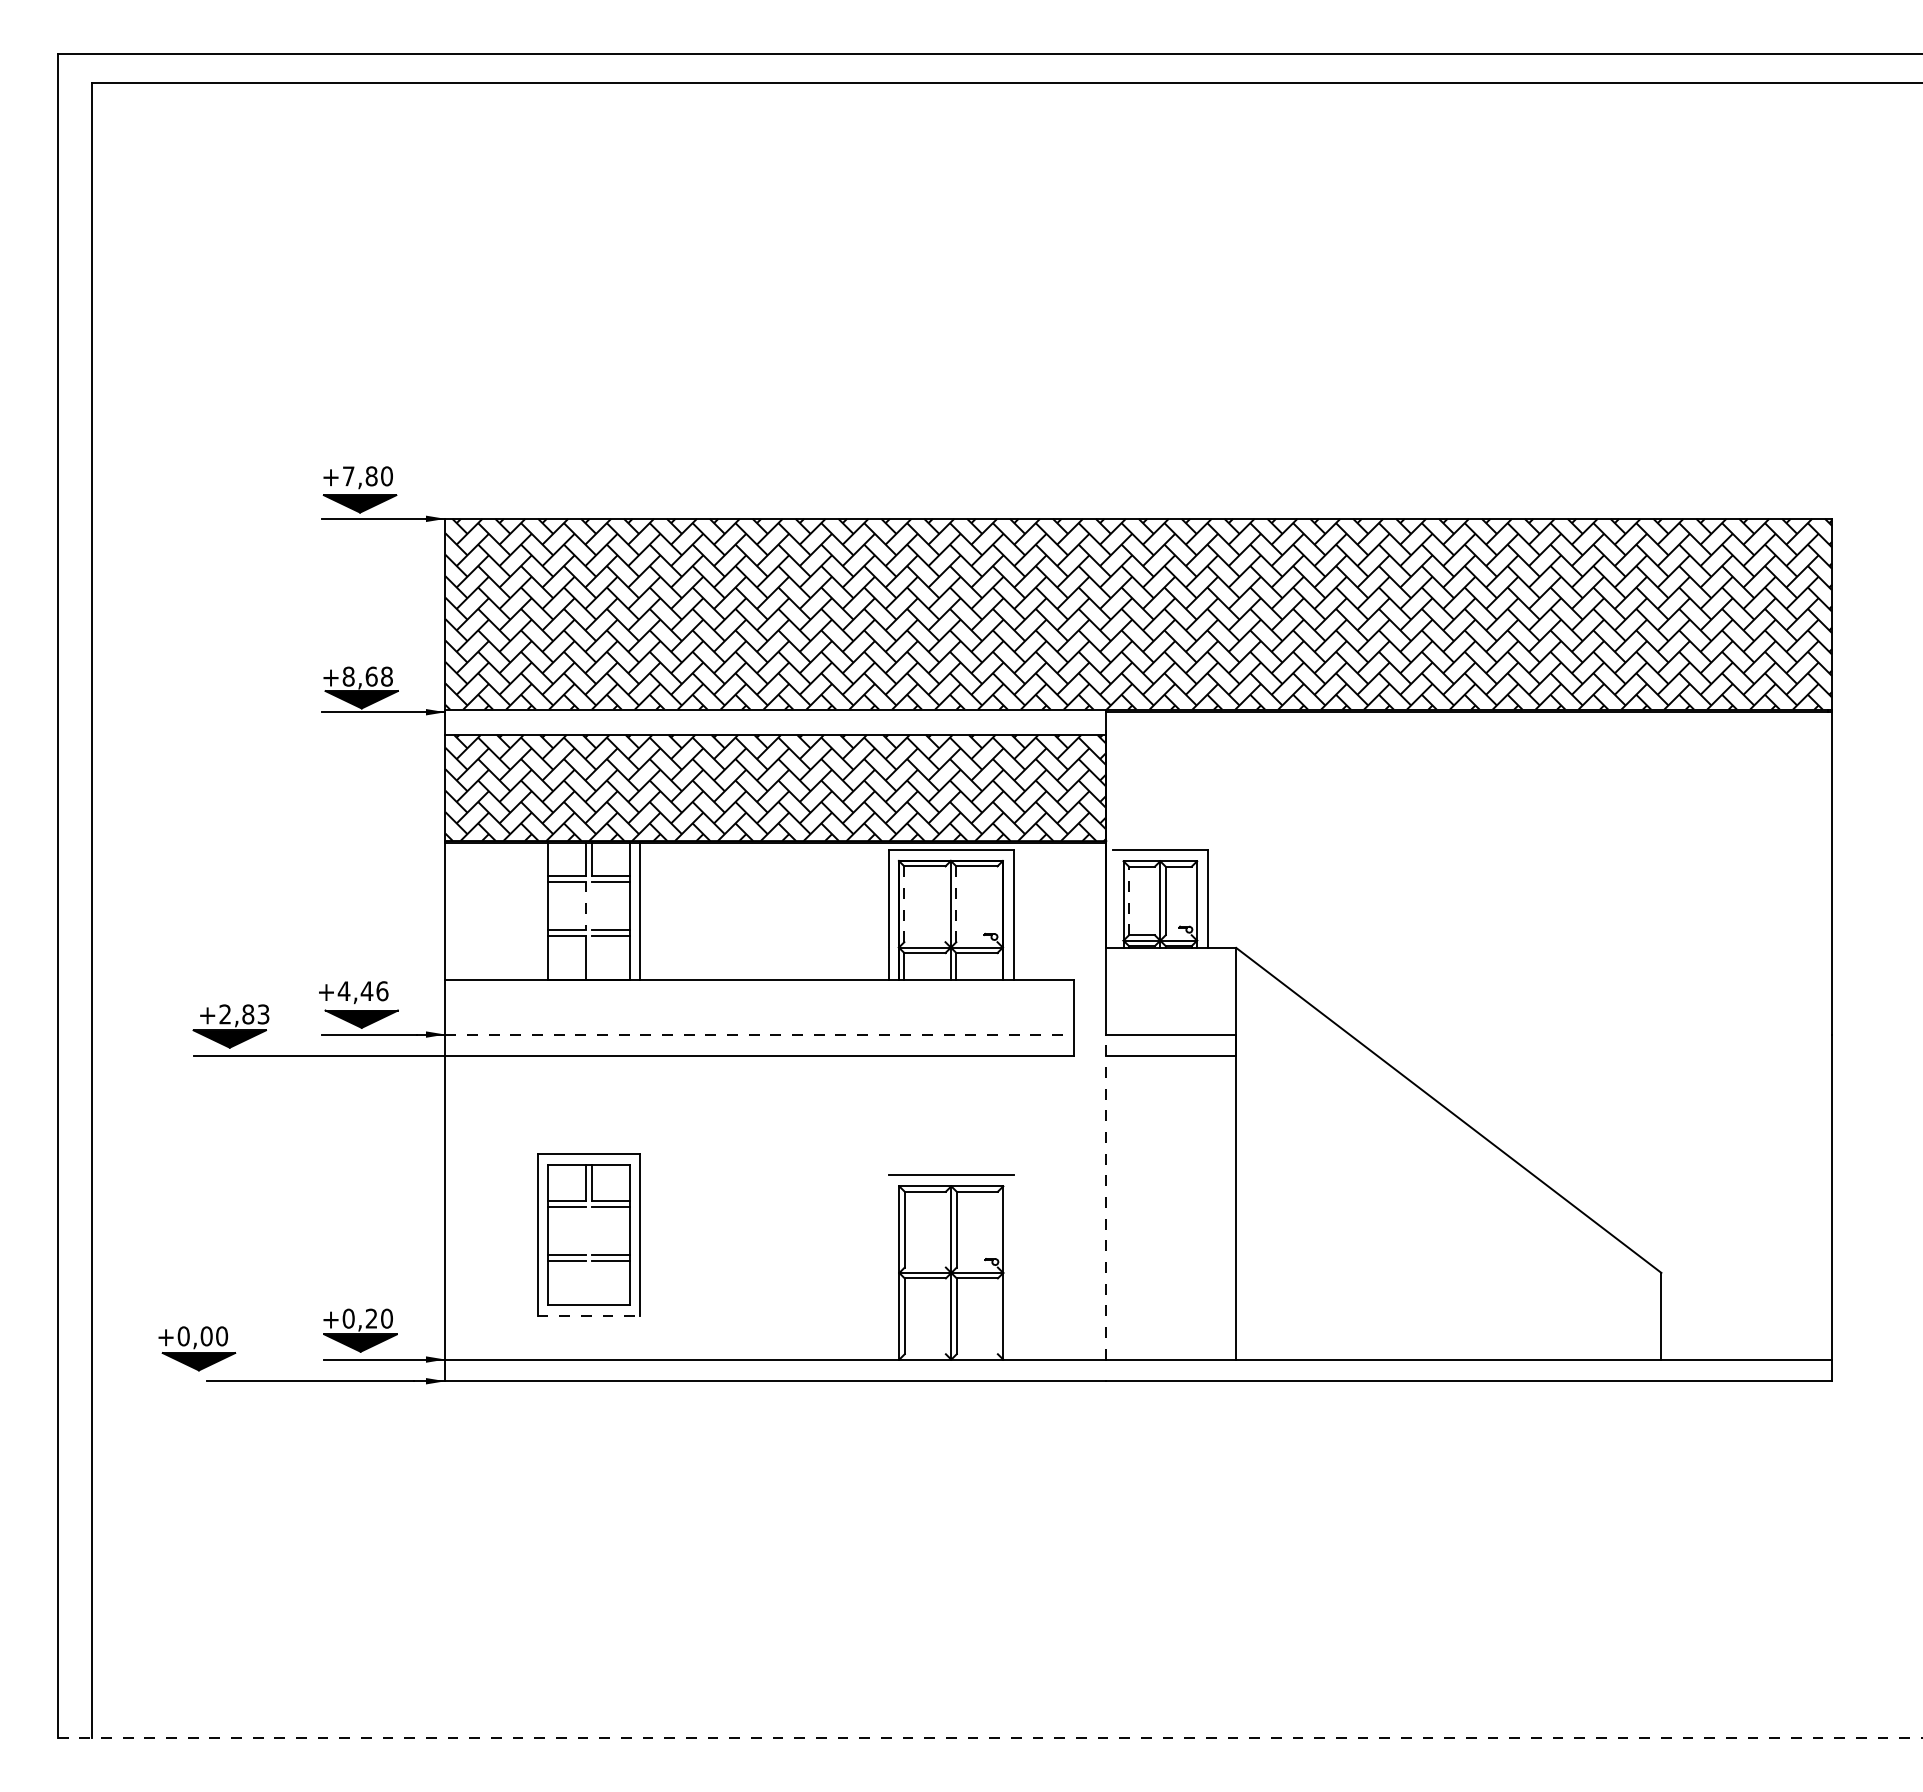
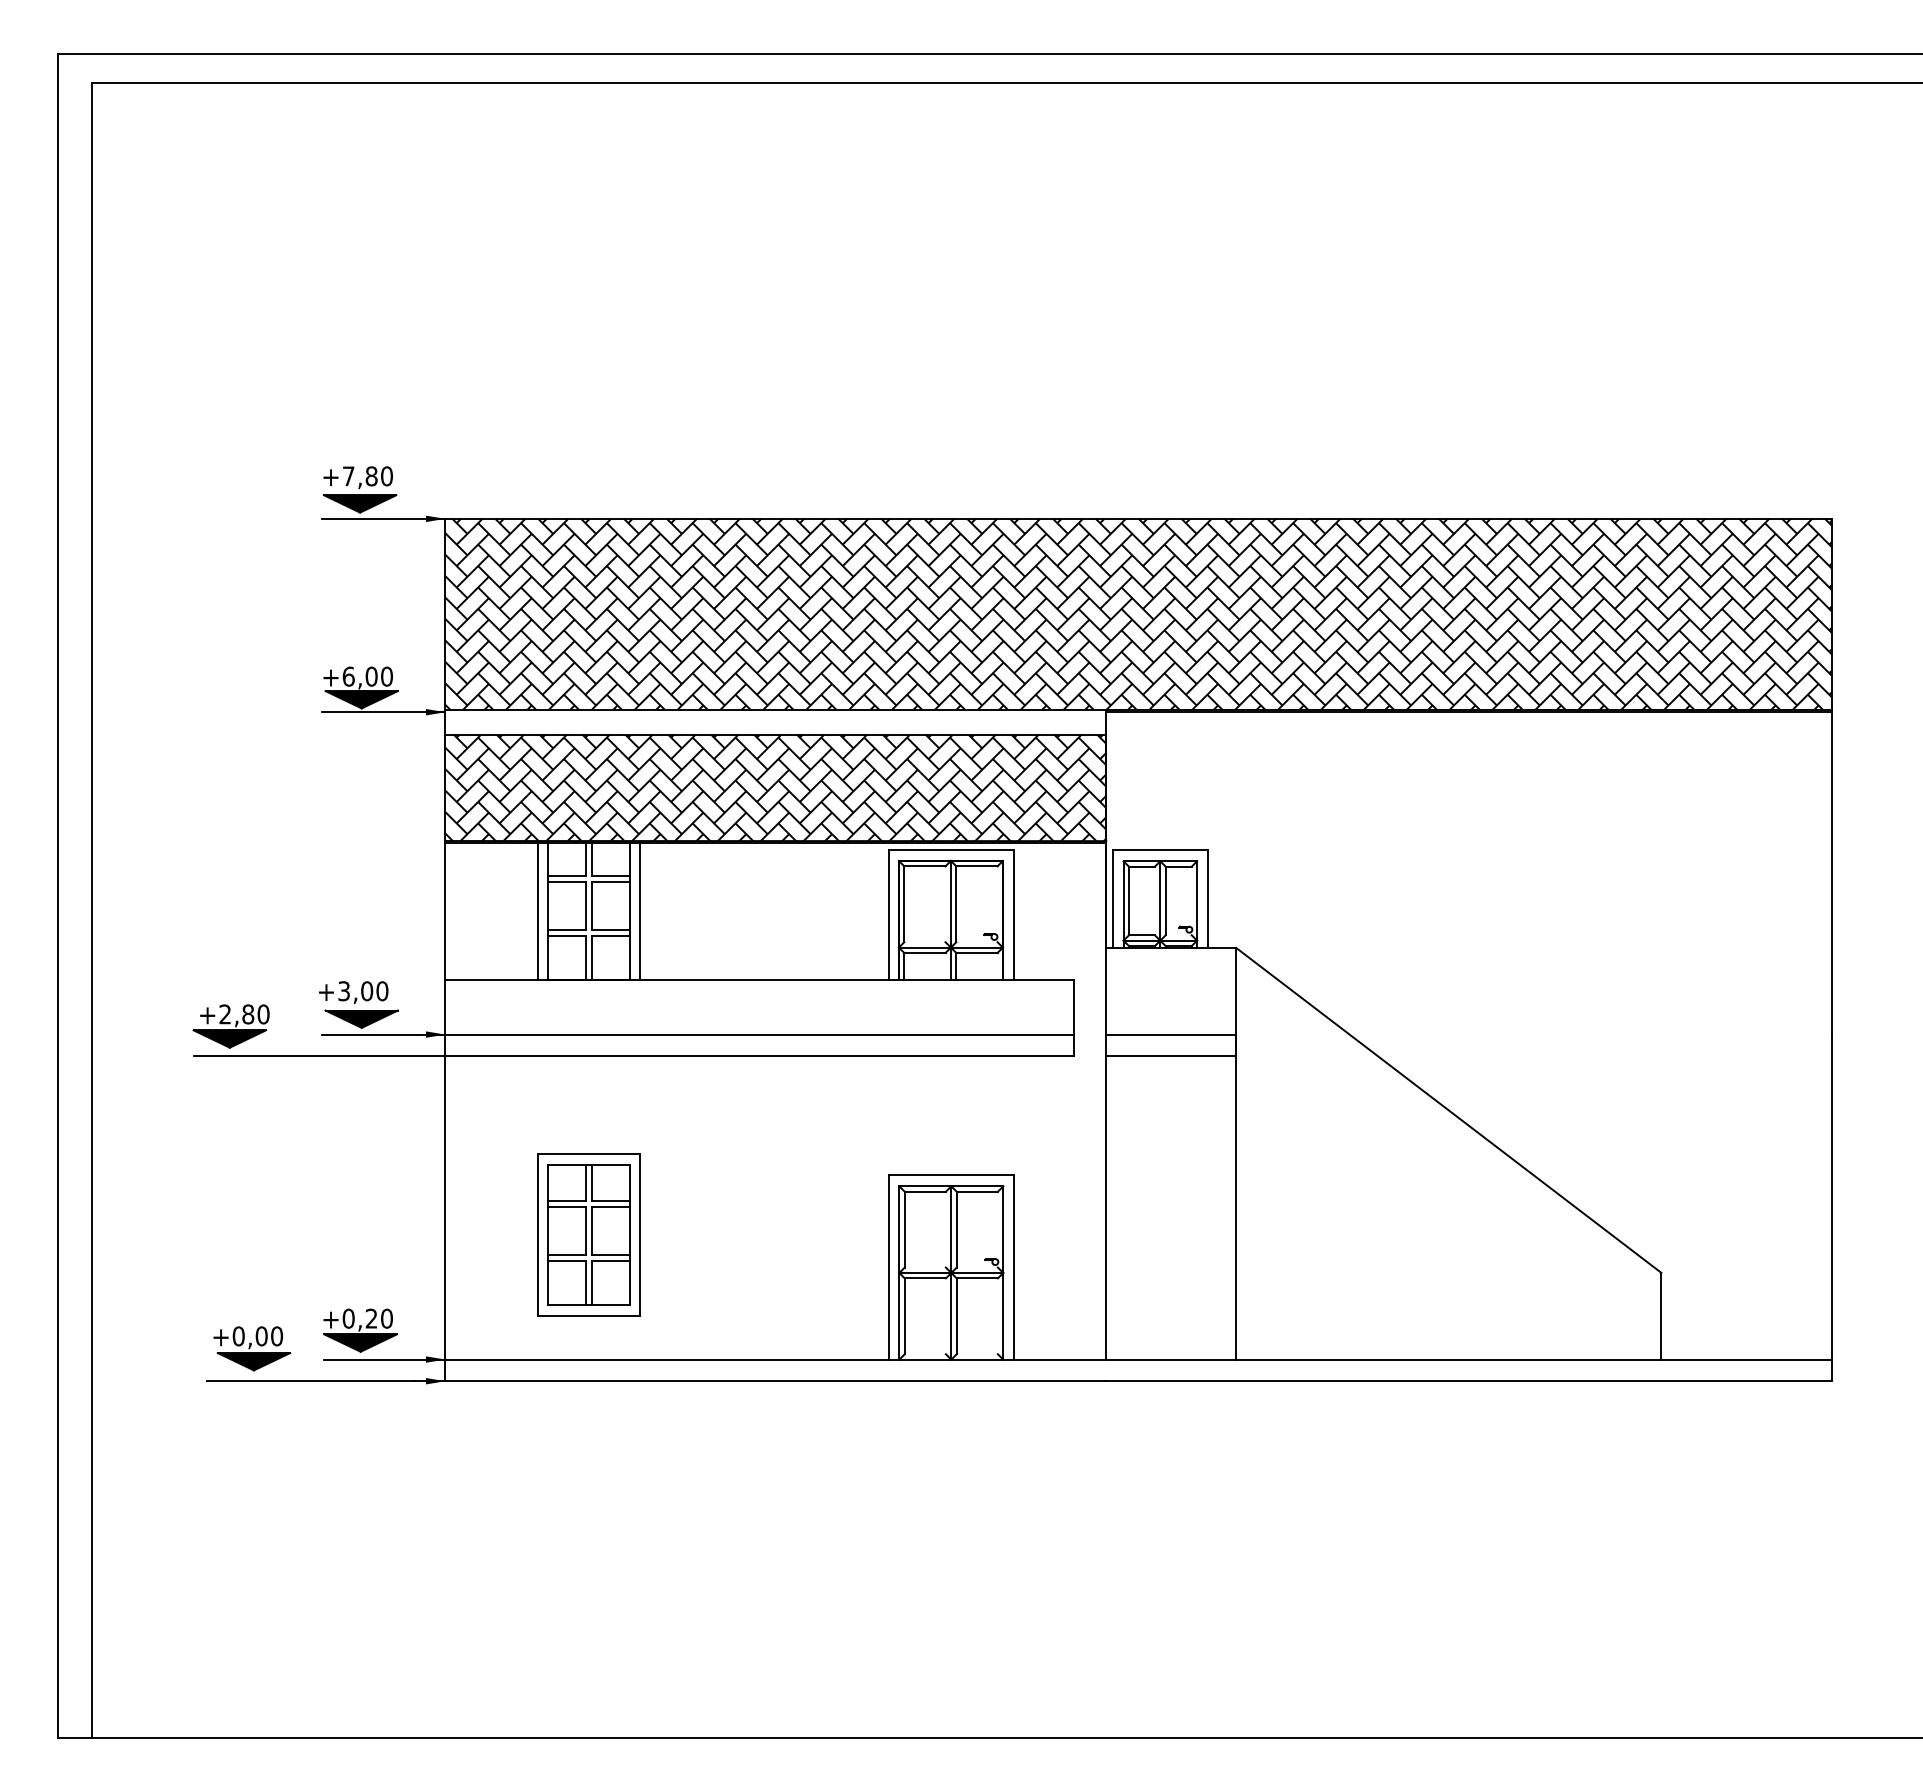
text at (367, 676): +8,68 -> +6,00
line at (1112, 898): none -> present
line at (1129, 900): dashed -> solid
line at (904, 904): dashed -> solid
line at (956, 904): dashed -> solid
line at (591, 905): none -> present
line at (586, 906): dashed -> solid
line at (537, 911): none -> present
line at (591, 957): none -> present
text at (362, 991): +4,46 -> +3,00
text at (263, 1014): +2,83 -> +2,80
line at (760, 1034): dashed -> solid
line at (1106, 1196): dashed -> solid
line at (586, 1230): none -> present
line at (591, 1230): none -> present
line at (888, 1267): none -> present
line at (1014, 1267): none -> present
line at (586, 1282): none -> present
line at (591, 1282): none -> present
line at (589, 1316): dashed -> solid
part at (197, 1348) position: (197, 1348) -> (252, 1348)
line at (990, 1738): dashed -> solid
